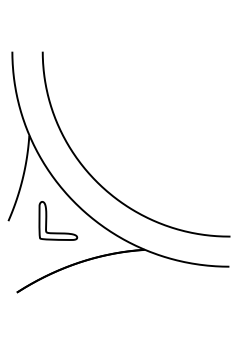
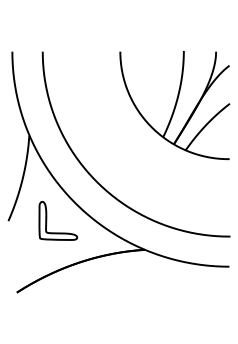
part at (174, 105): none -> present
